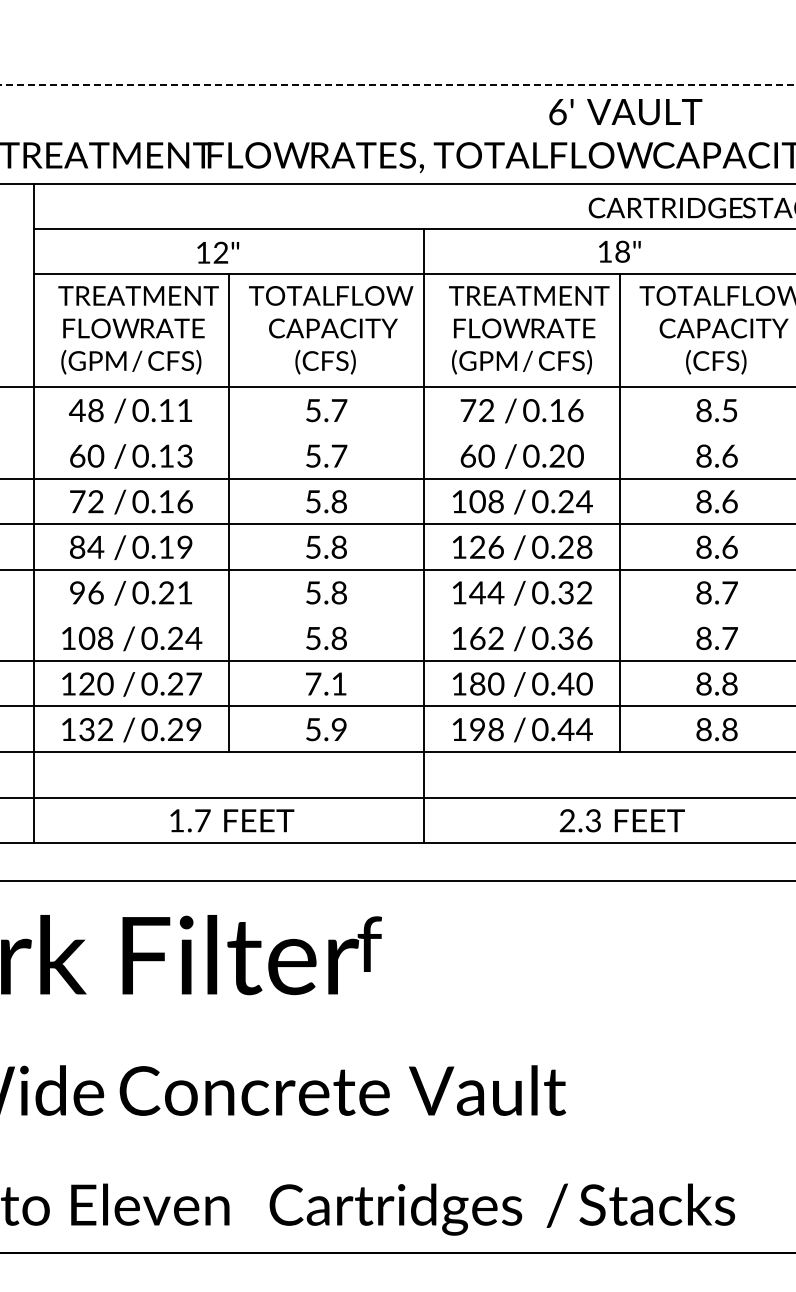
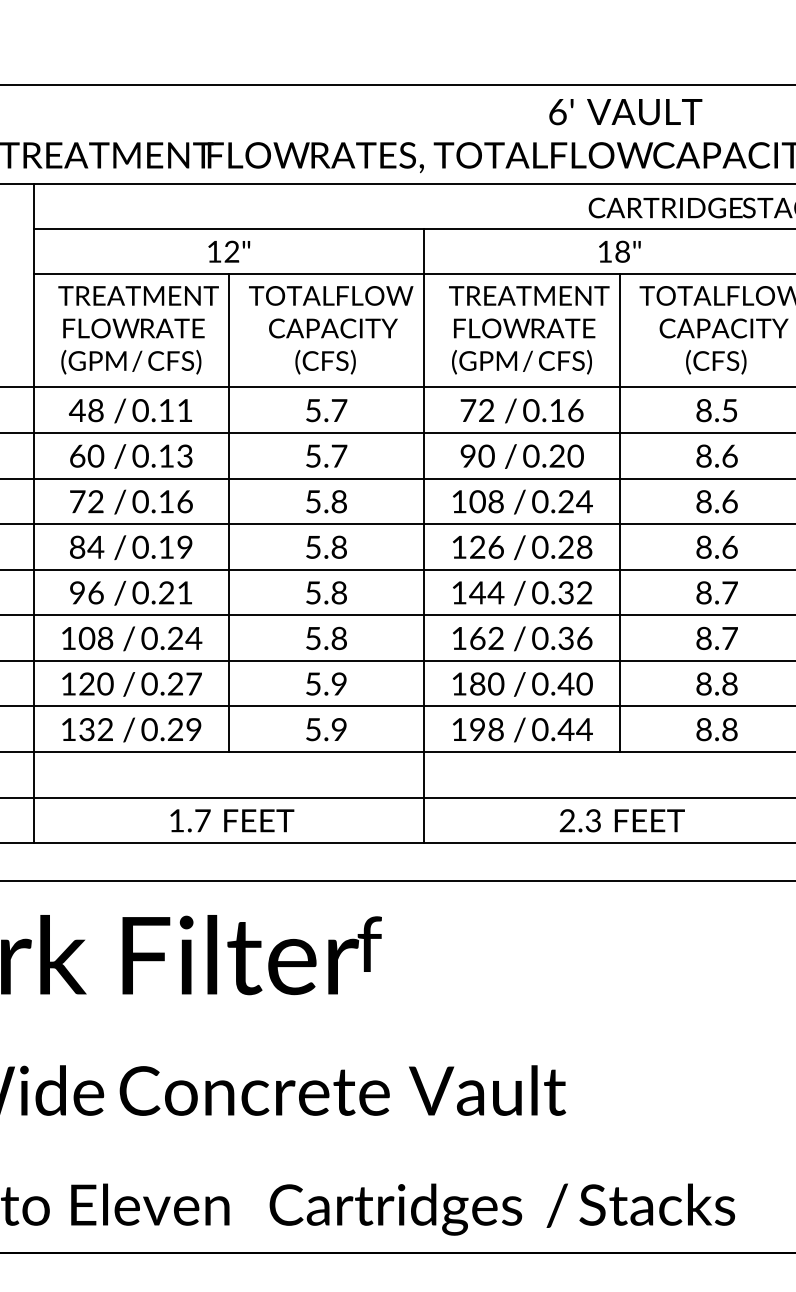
line at (398, 84): dashed -> solid
text at (218, 252) position: (218, 252) -> (229, 251)
line at (397, 433): none -> present
text at (467, 455): 60 -> 90
line at (397, 615): none -> present
text at (326, 683): 7.1 -> 5.9
